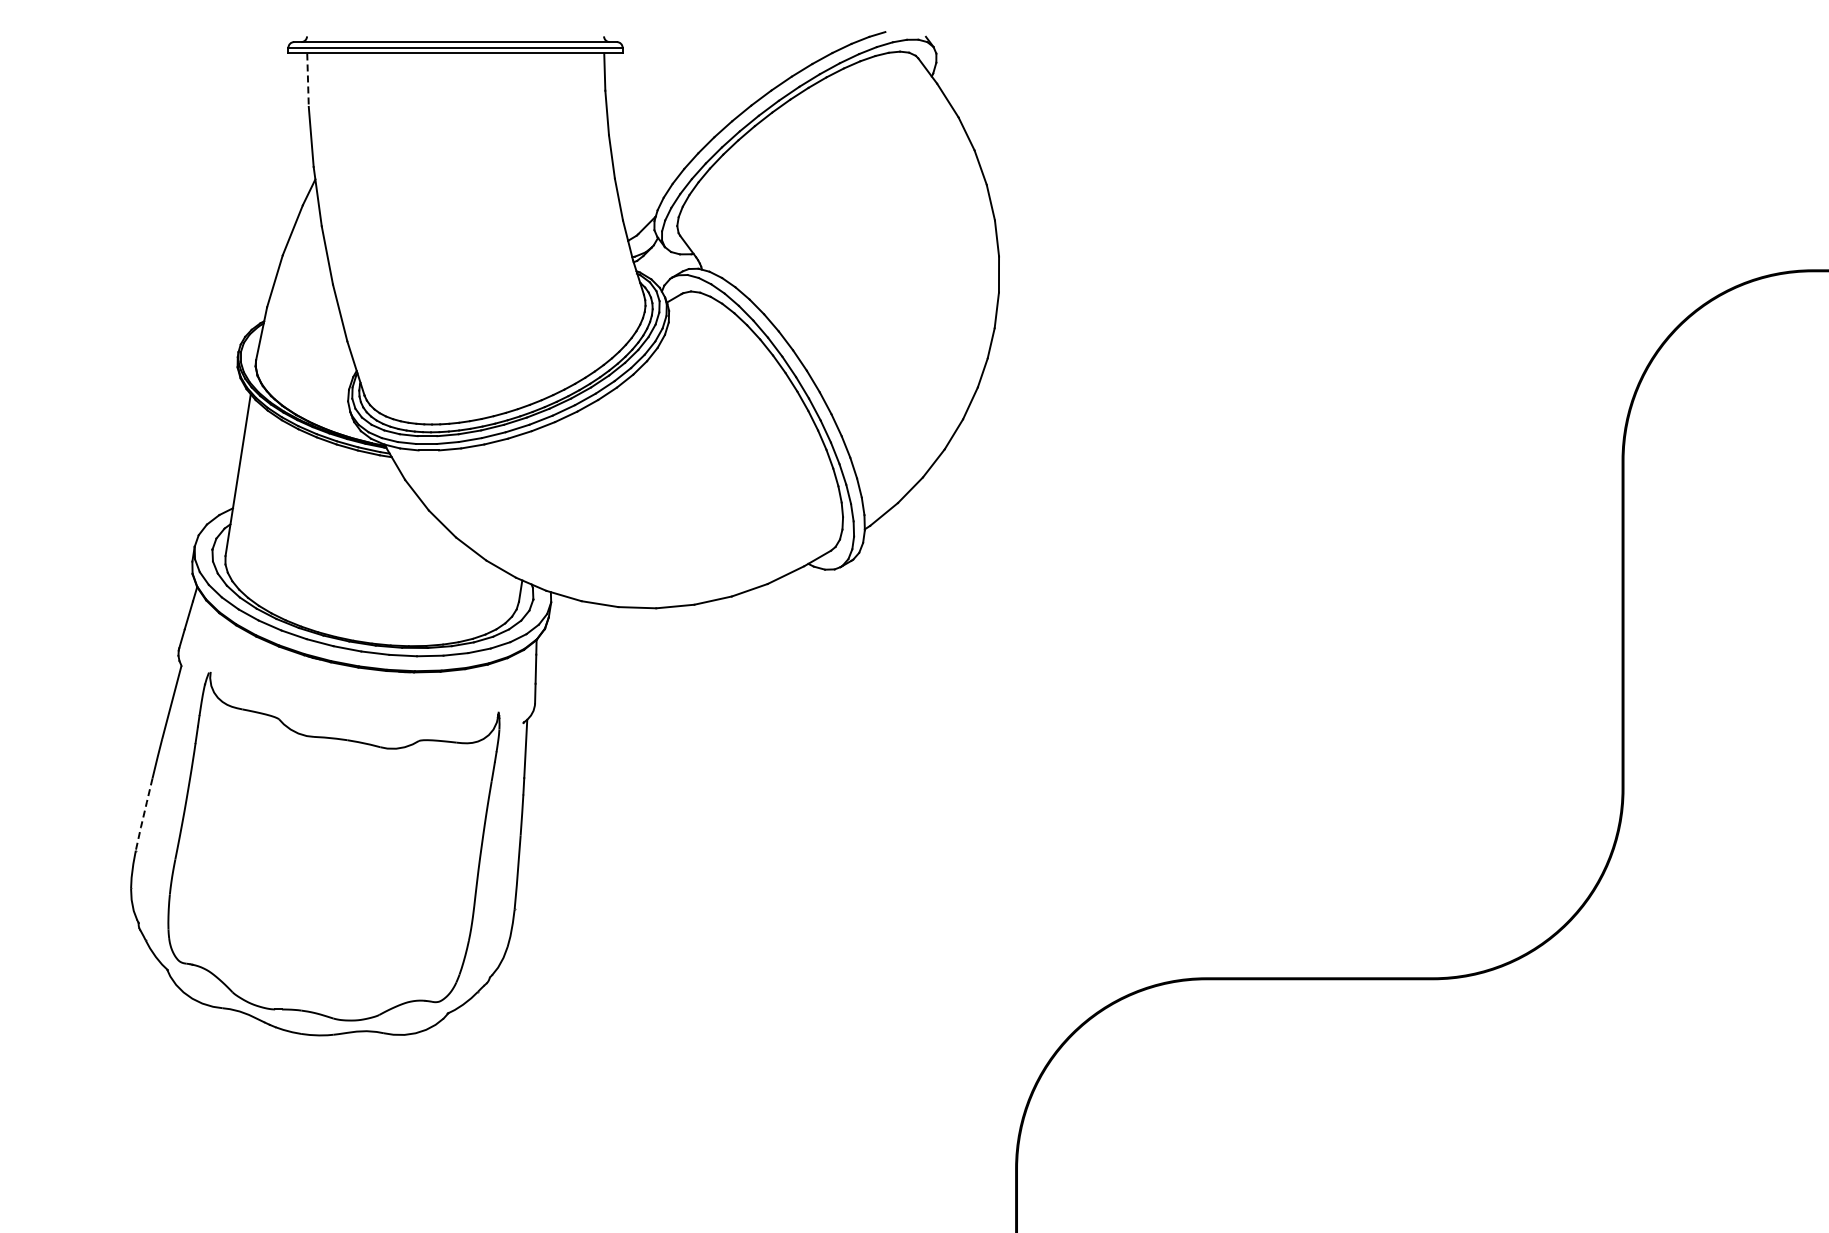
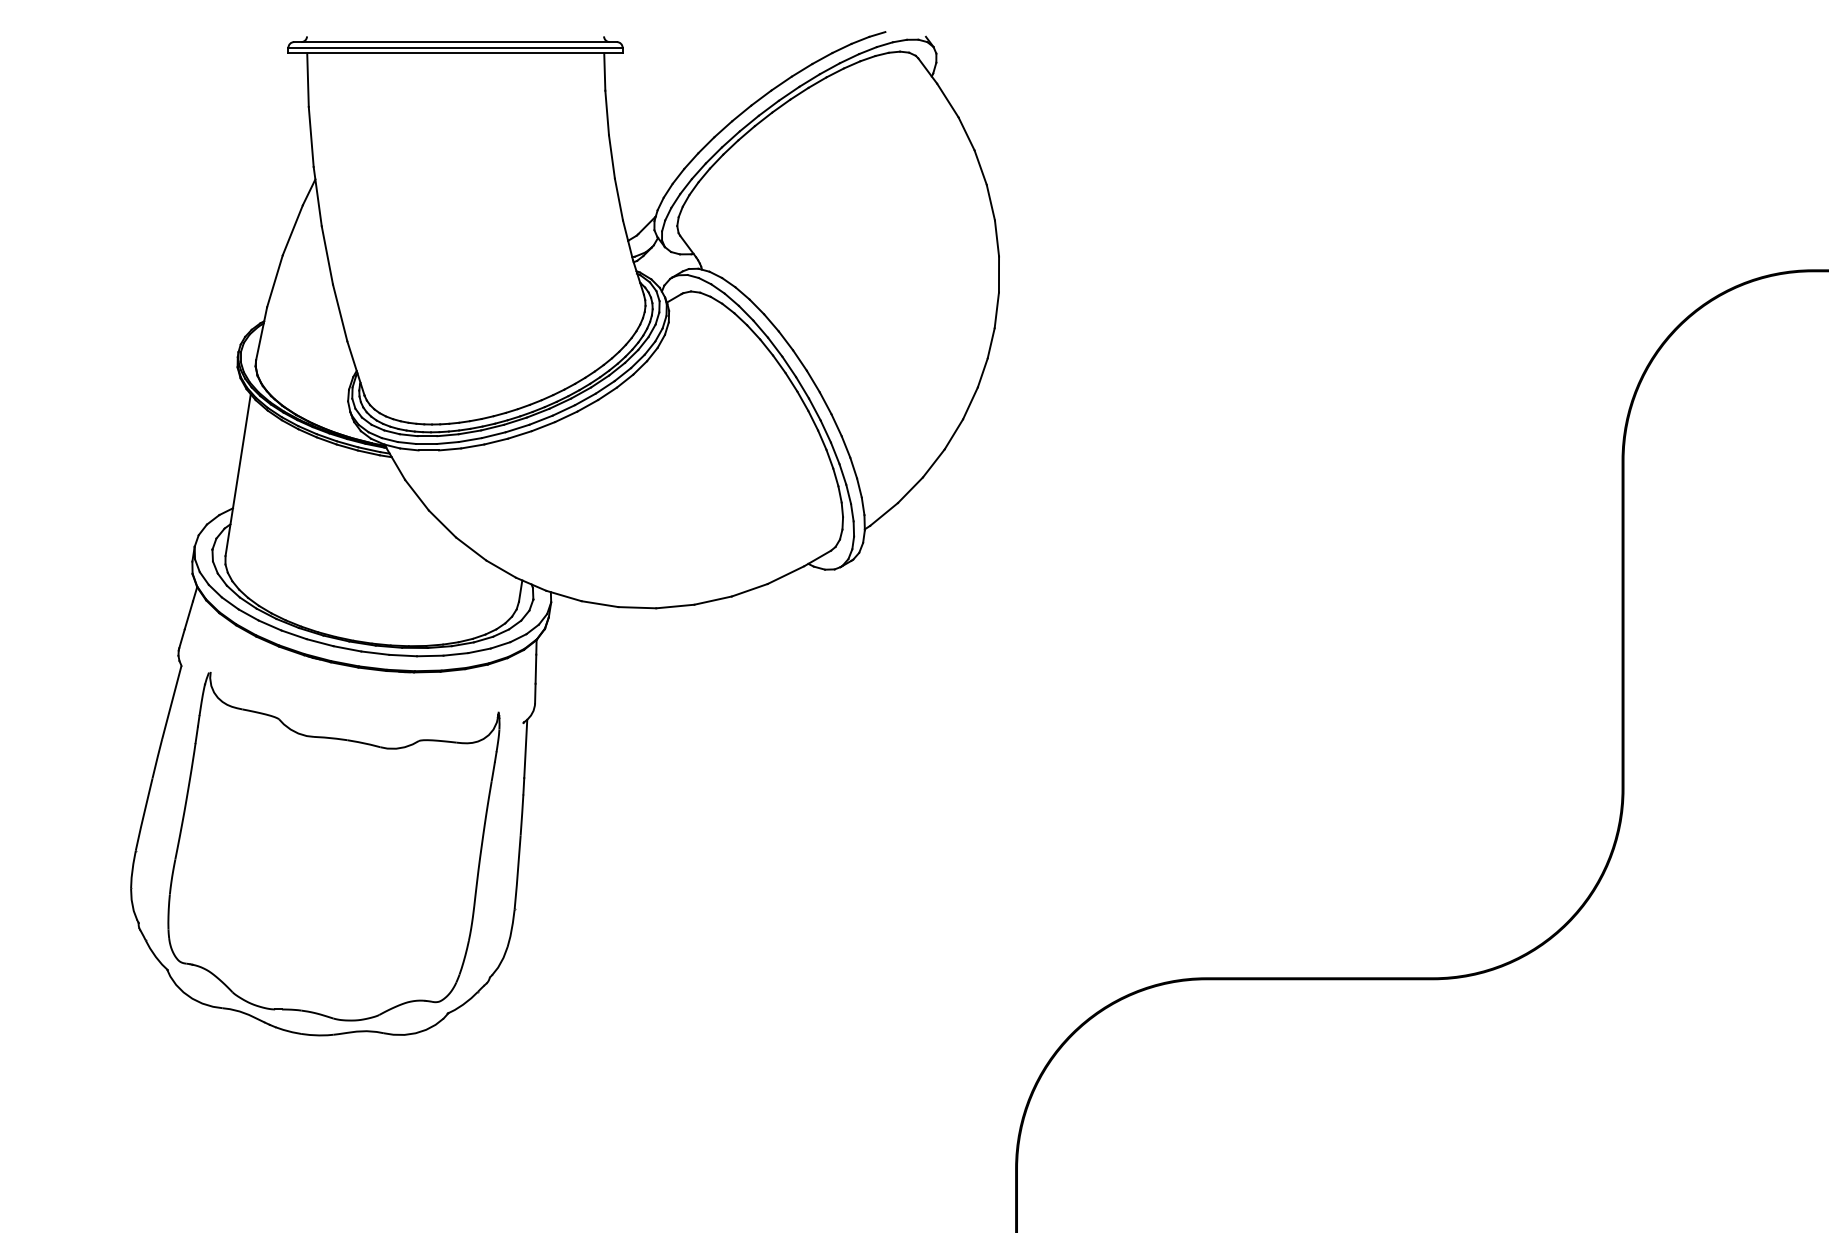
line at (308, 80): dashed -> solid
line at (143, 814): dashed -> solid
